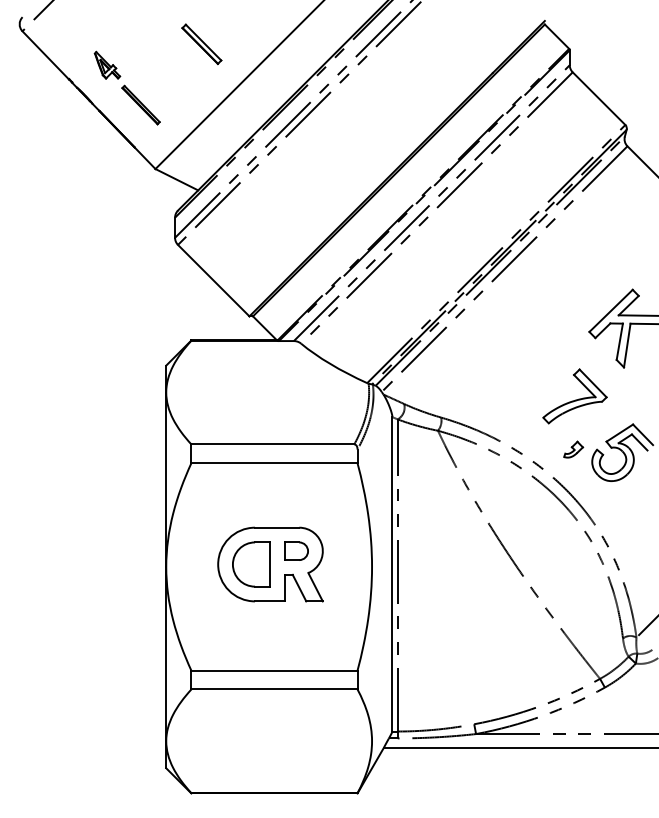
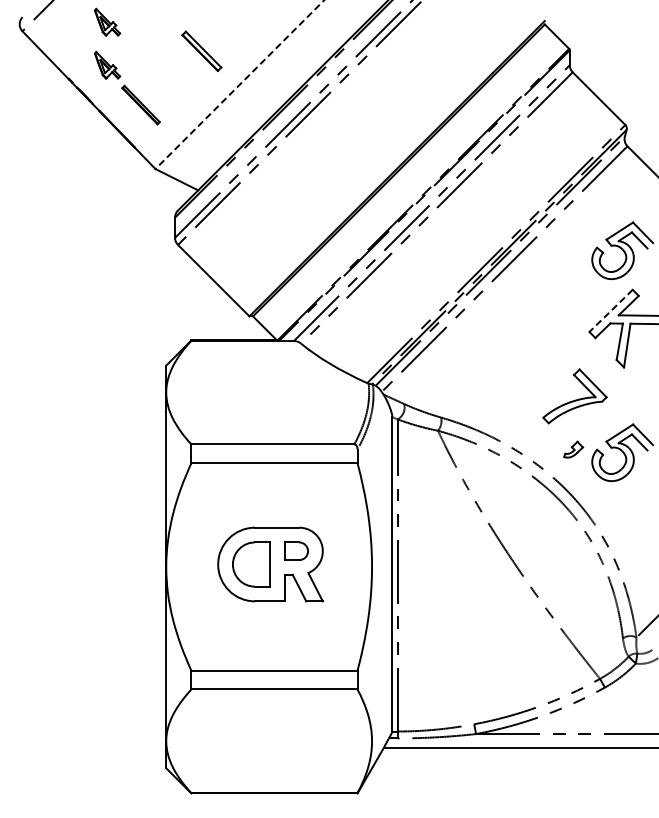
part at (107, 21): none -> present
part at (201, 44) position: (201, 44) -> (201, 51)
line at (239, 85): solid -> dashed
part at (622, 250): none -> present
line at (610, 311): solid -> dashed
